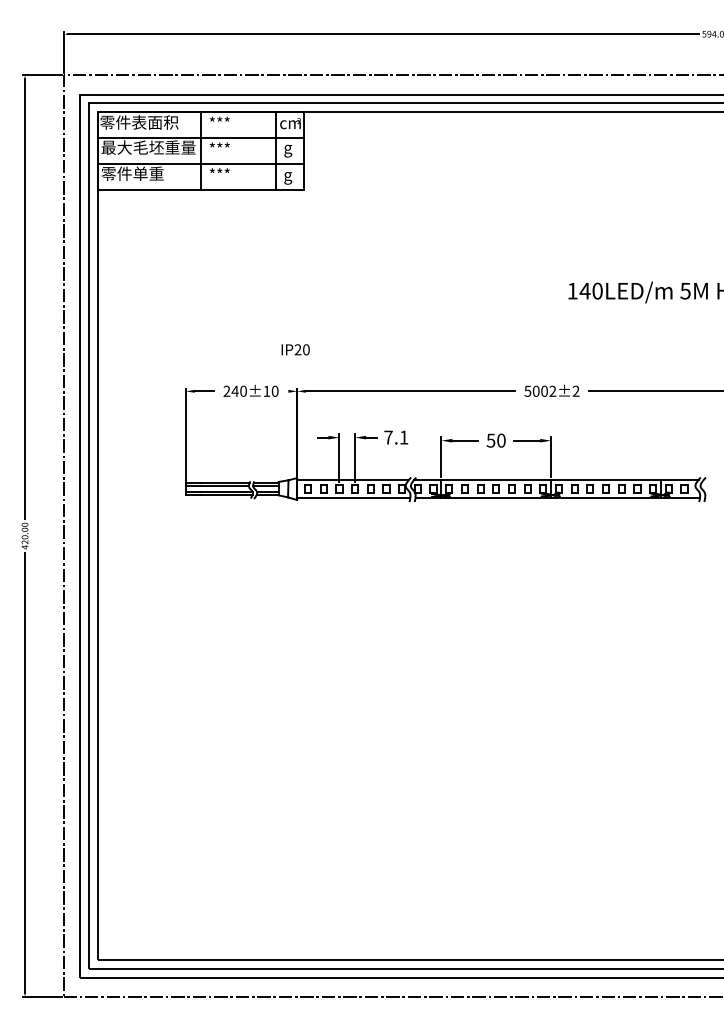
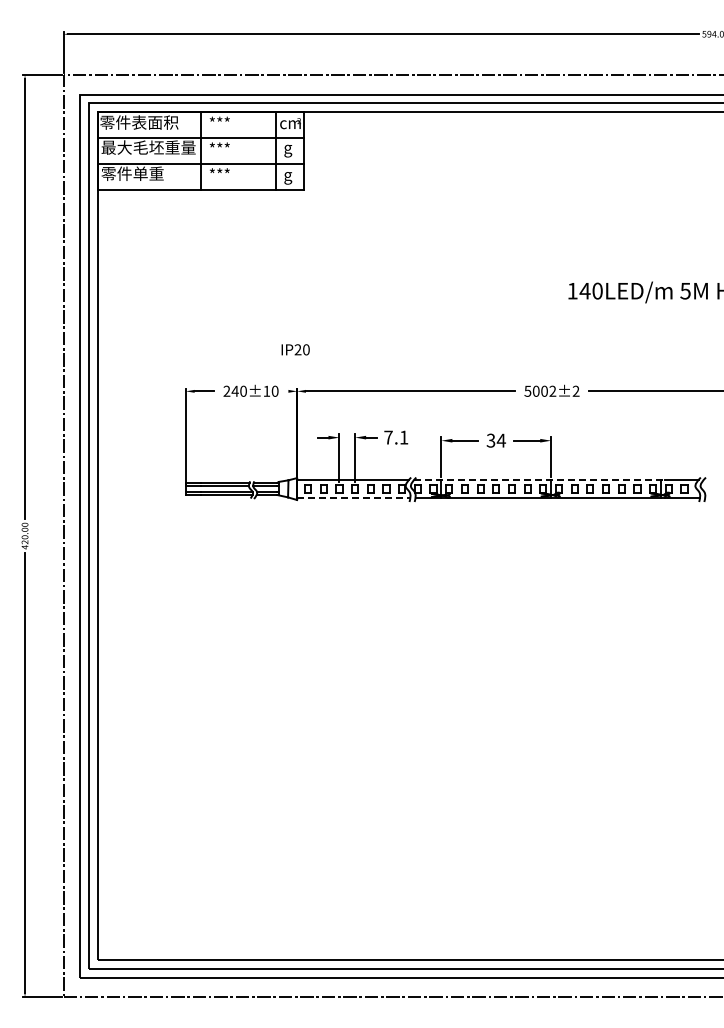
text at (496, 440): 50 -> 34
line at (539, 480): solid -> dashed
line at (353, 497): solid -> dashed
